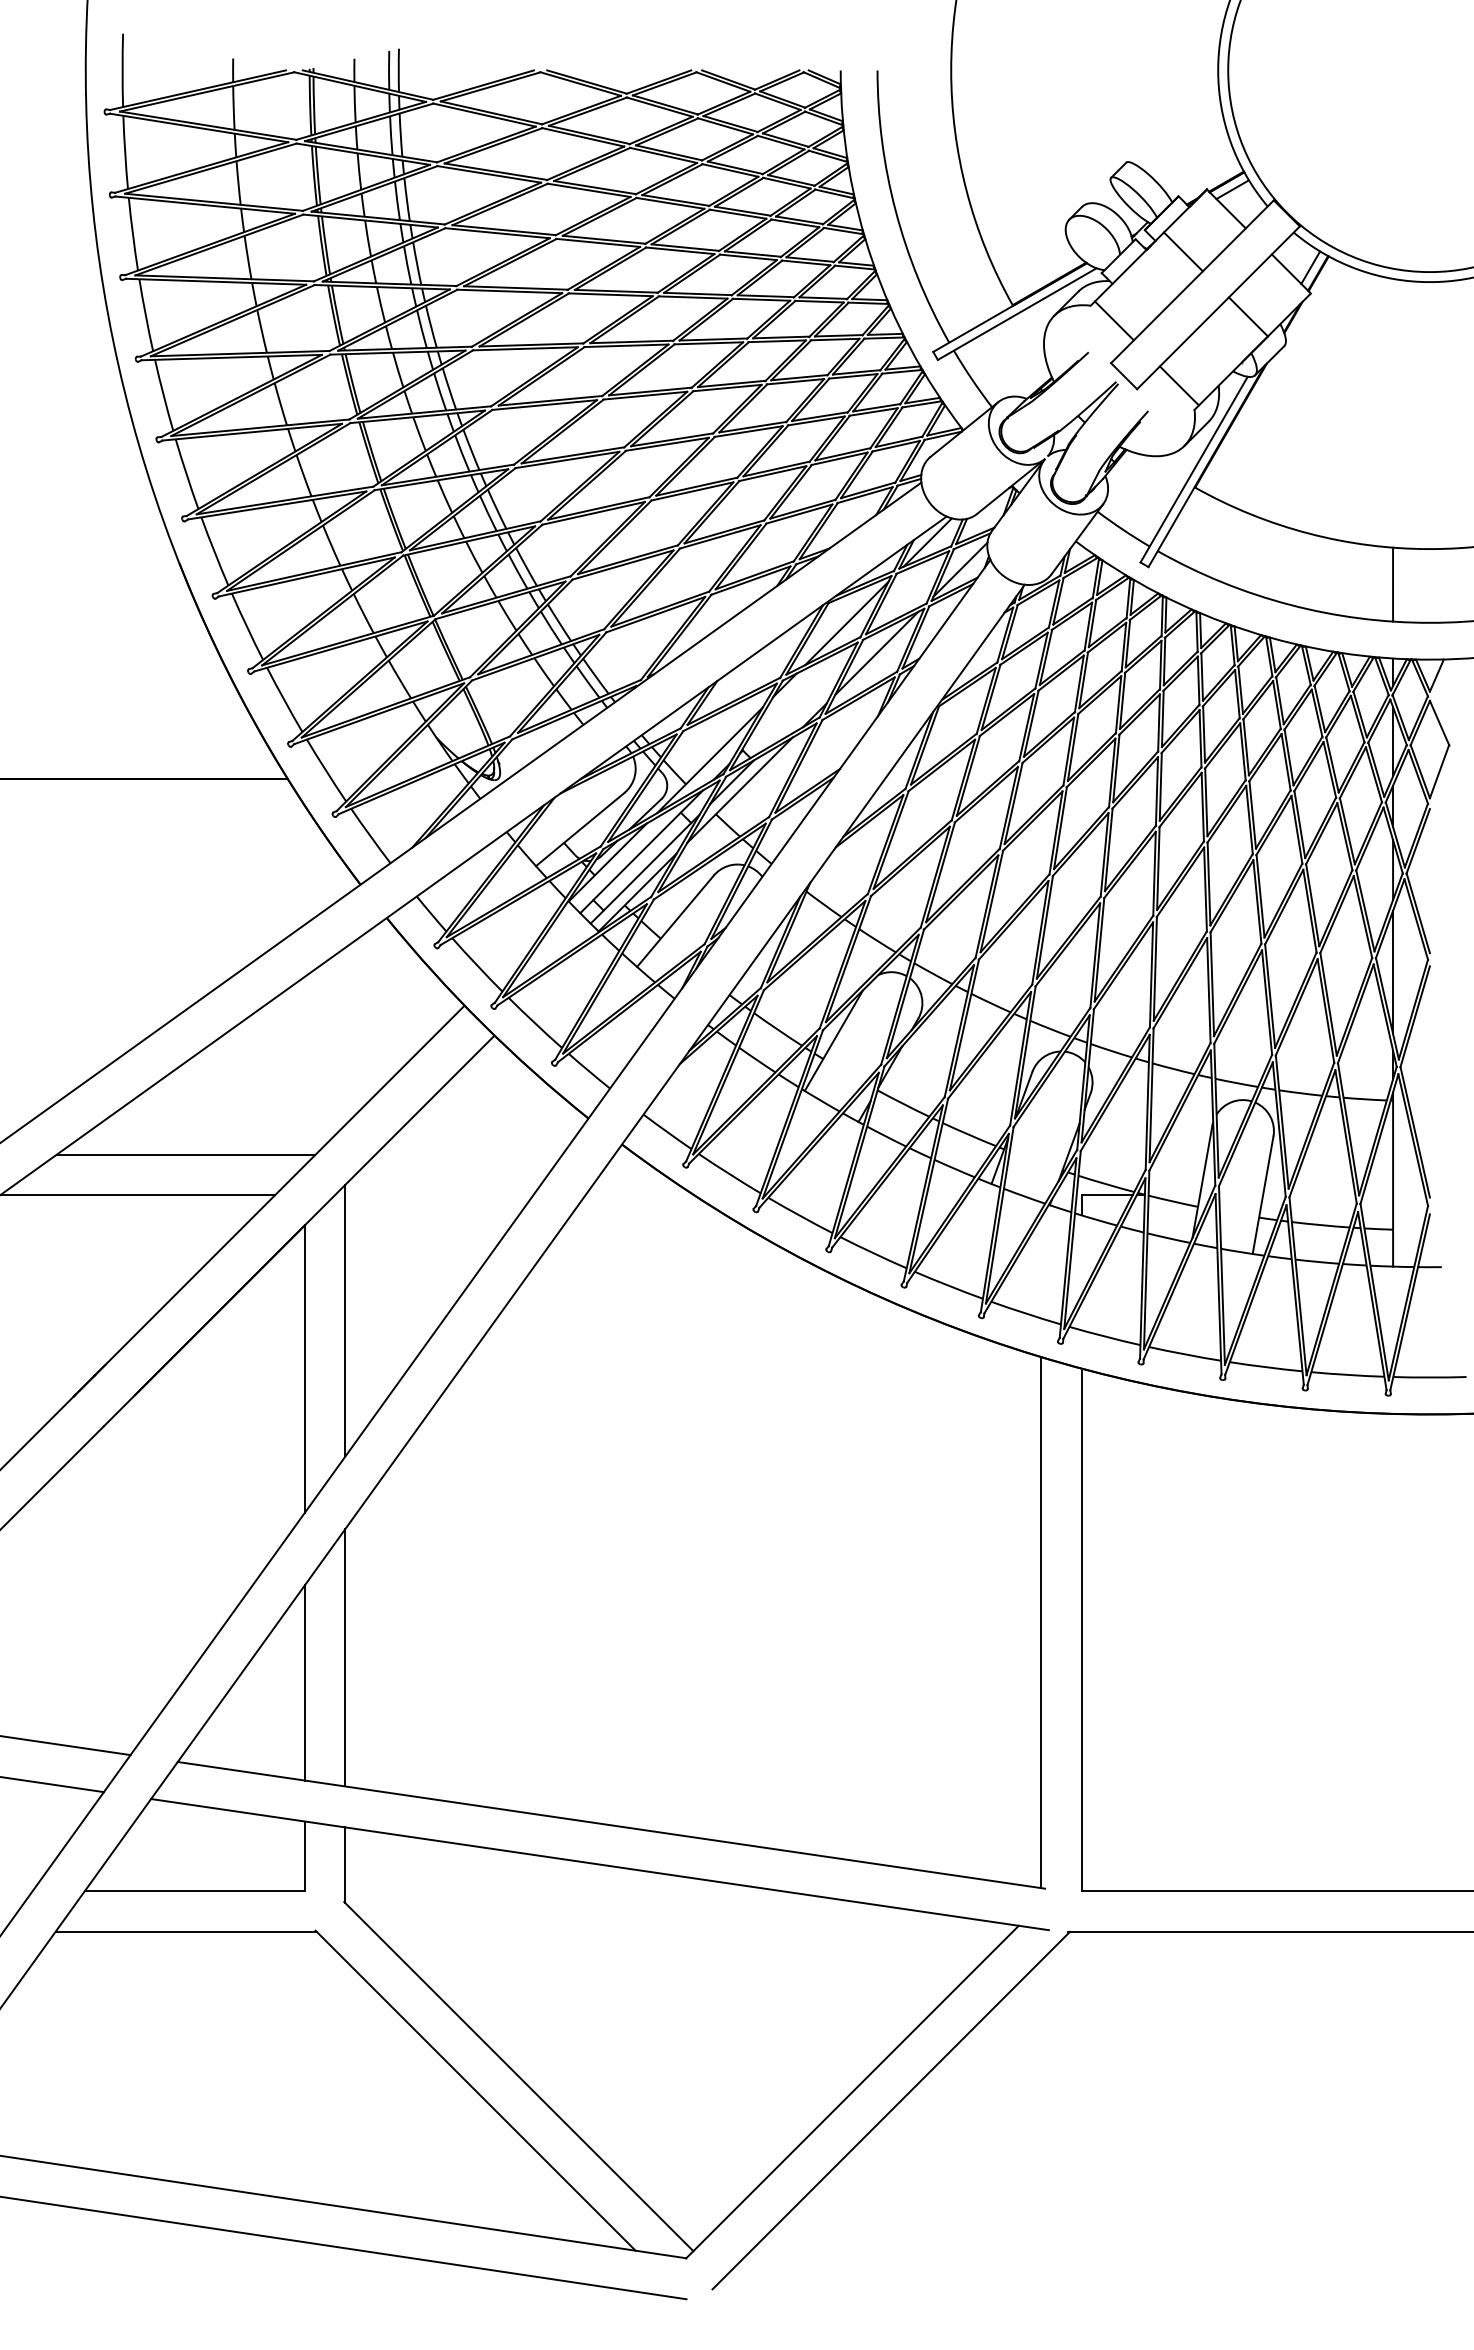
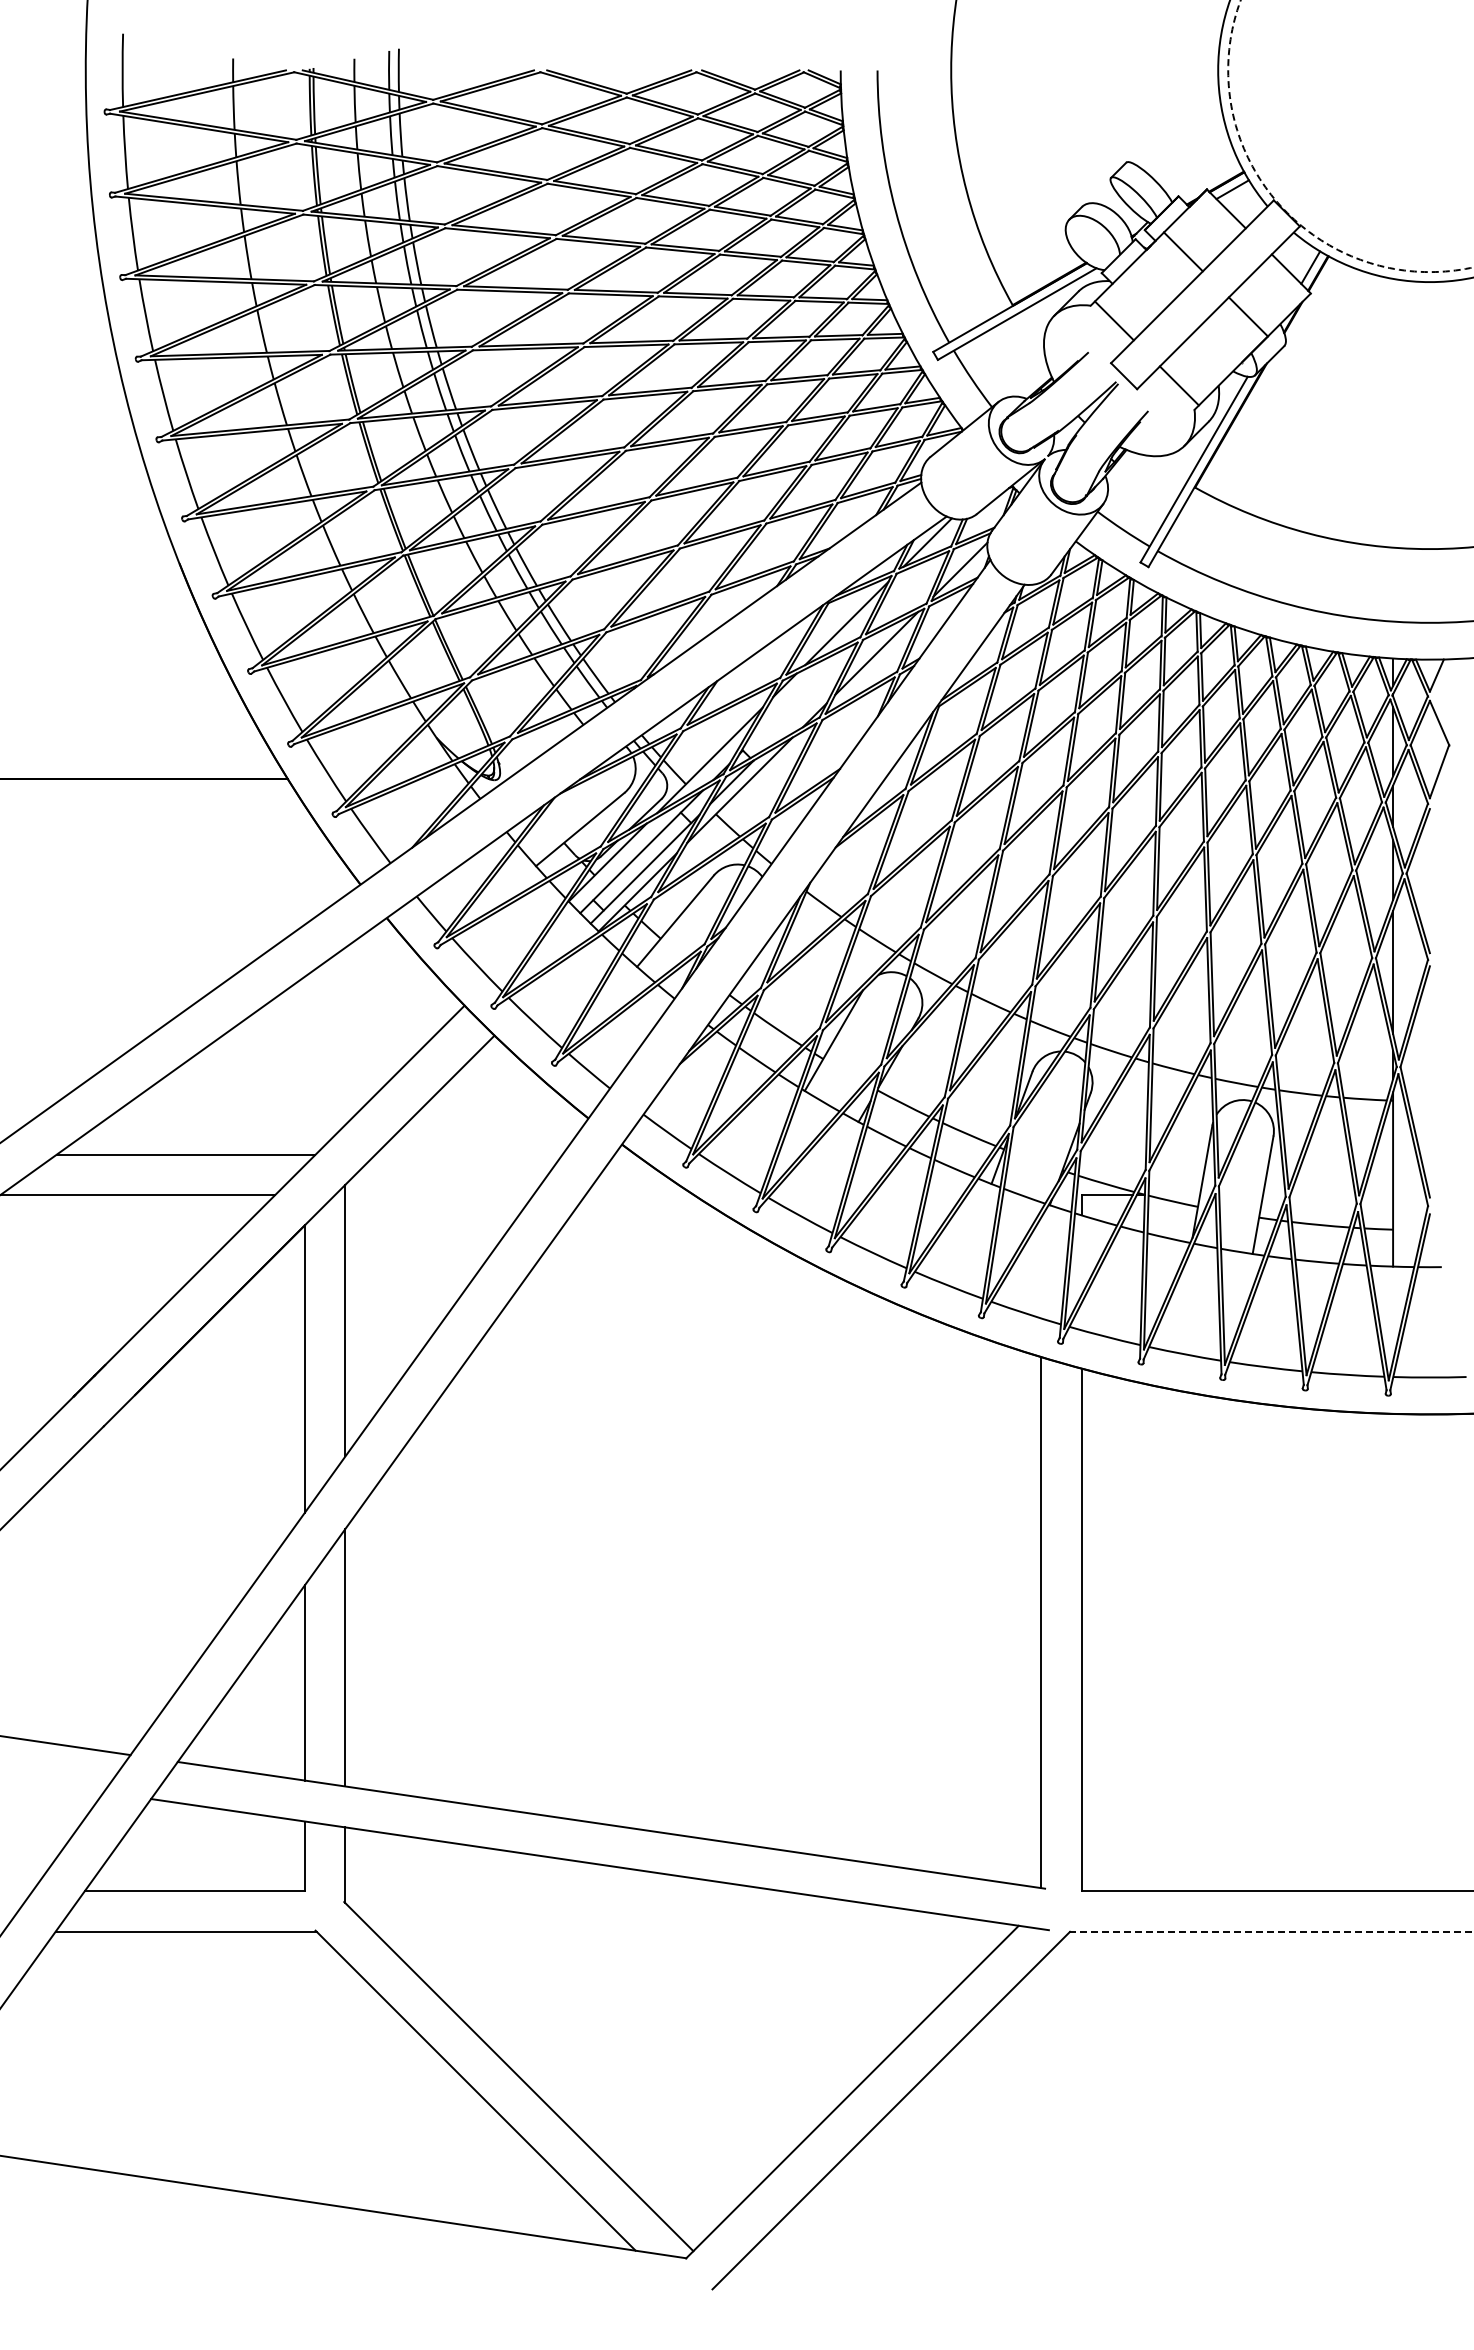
circle at (1350, 136): solid -> dashed
line at (1393, 584): present -> none
line at (52, 1784): present -> none
line at (1270, 1931): solid -> dashed
line at (344, 2248): present -> none
